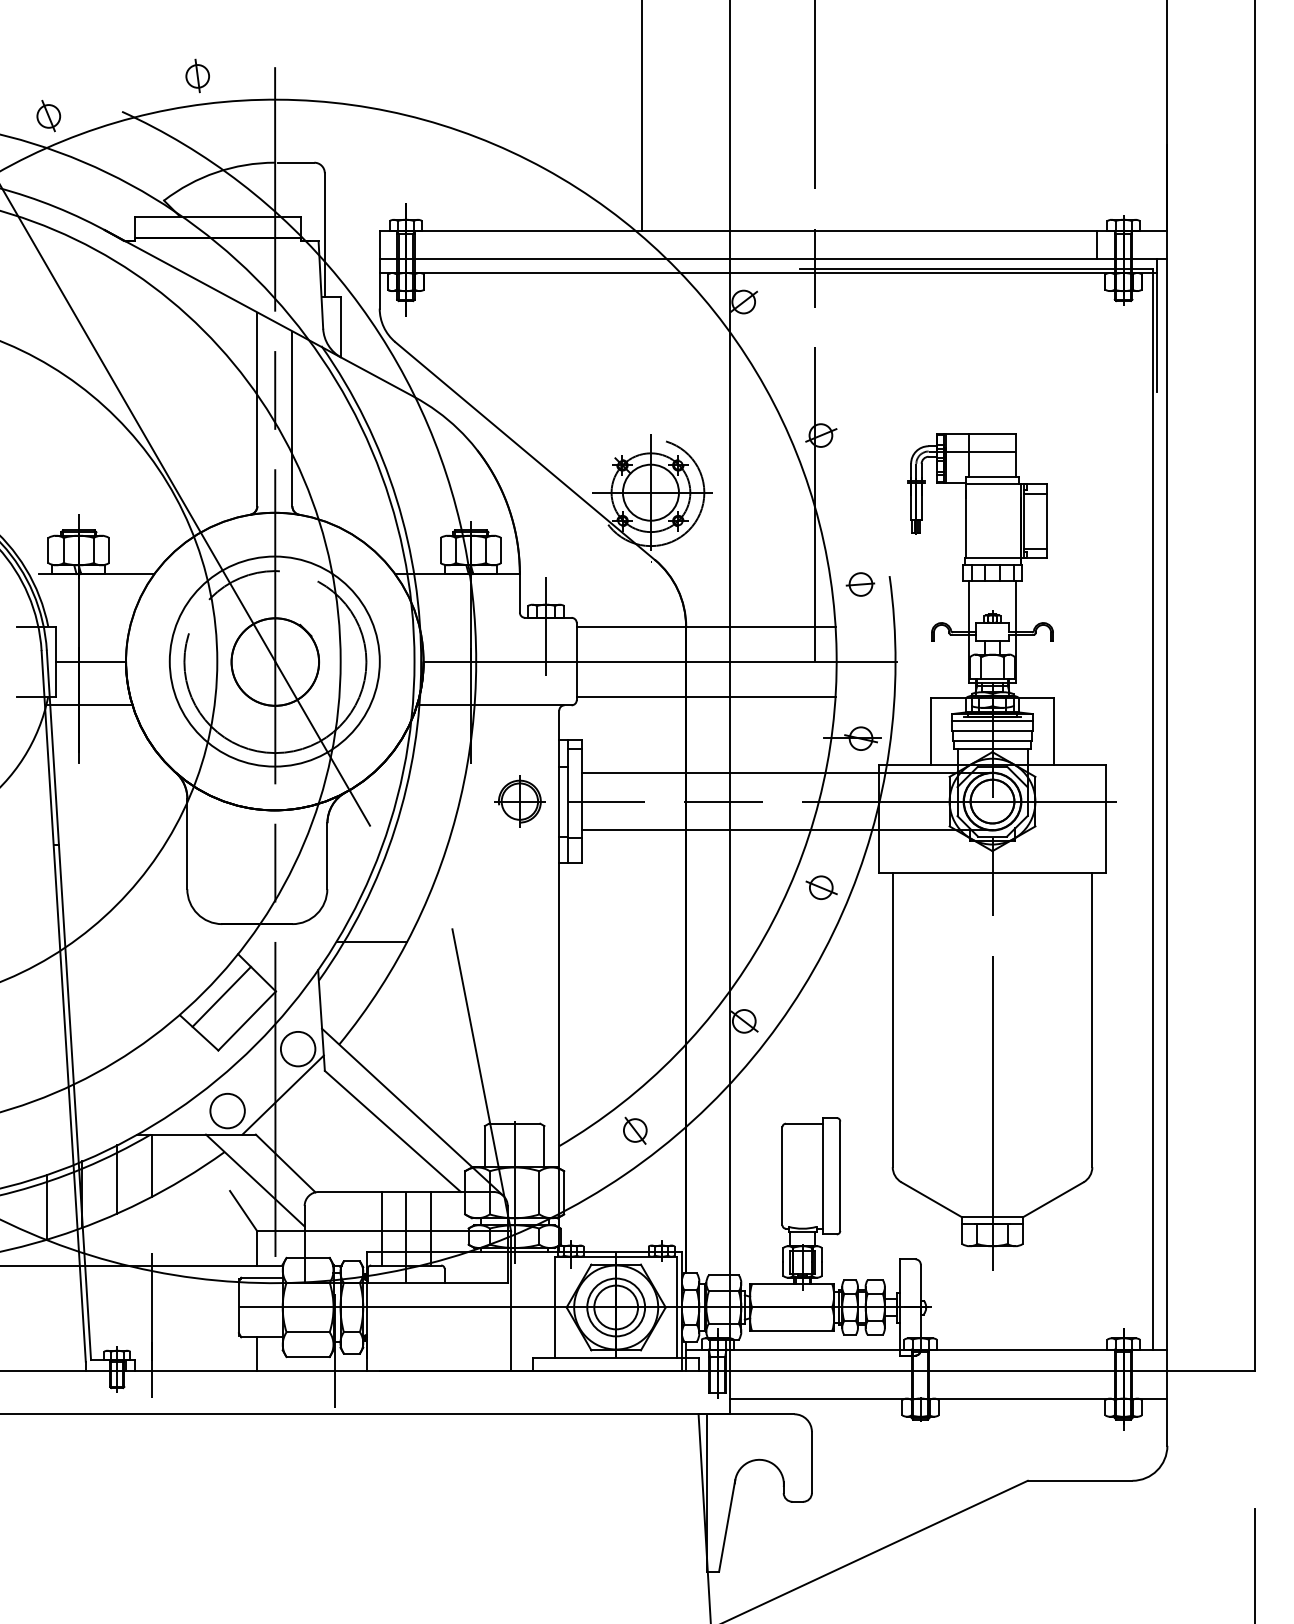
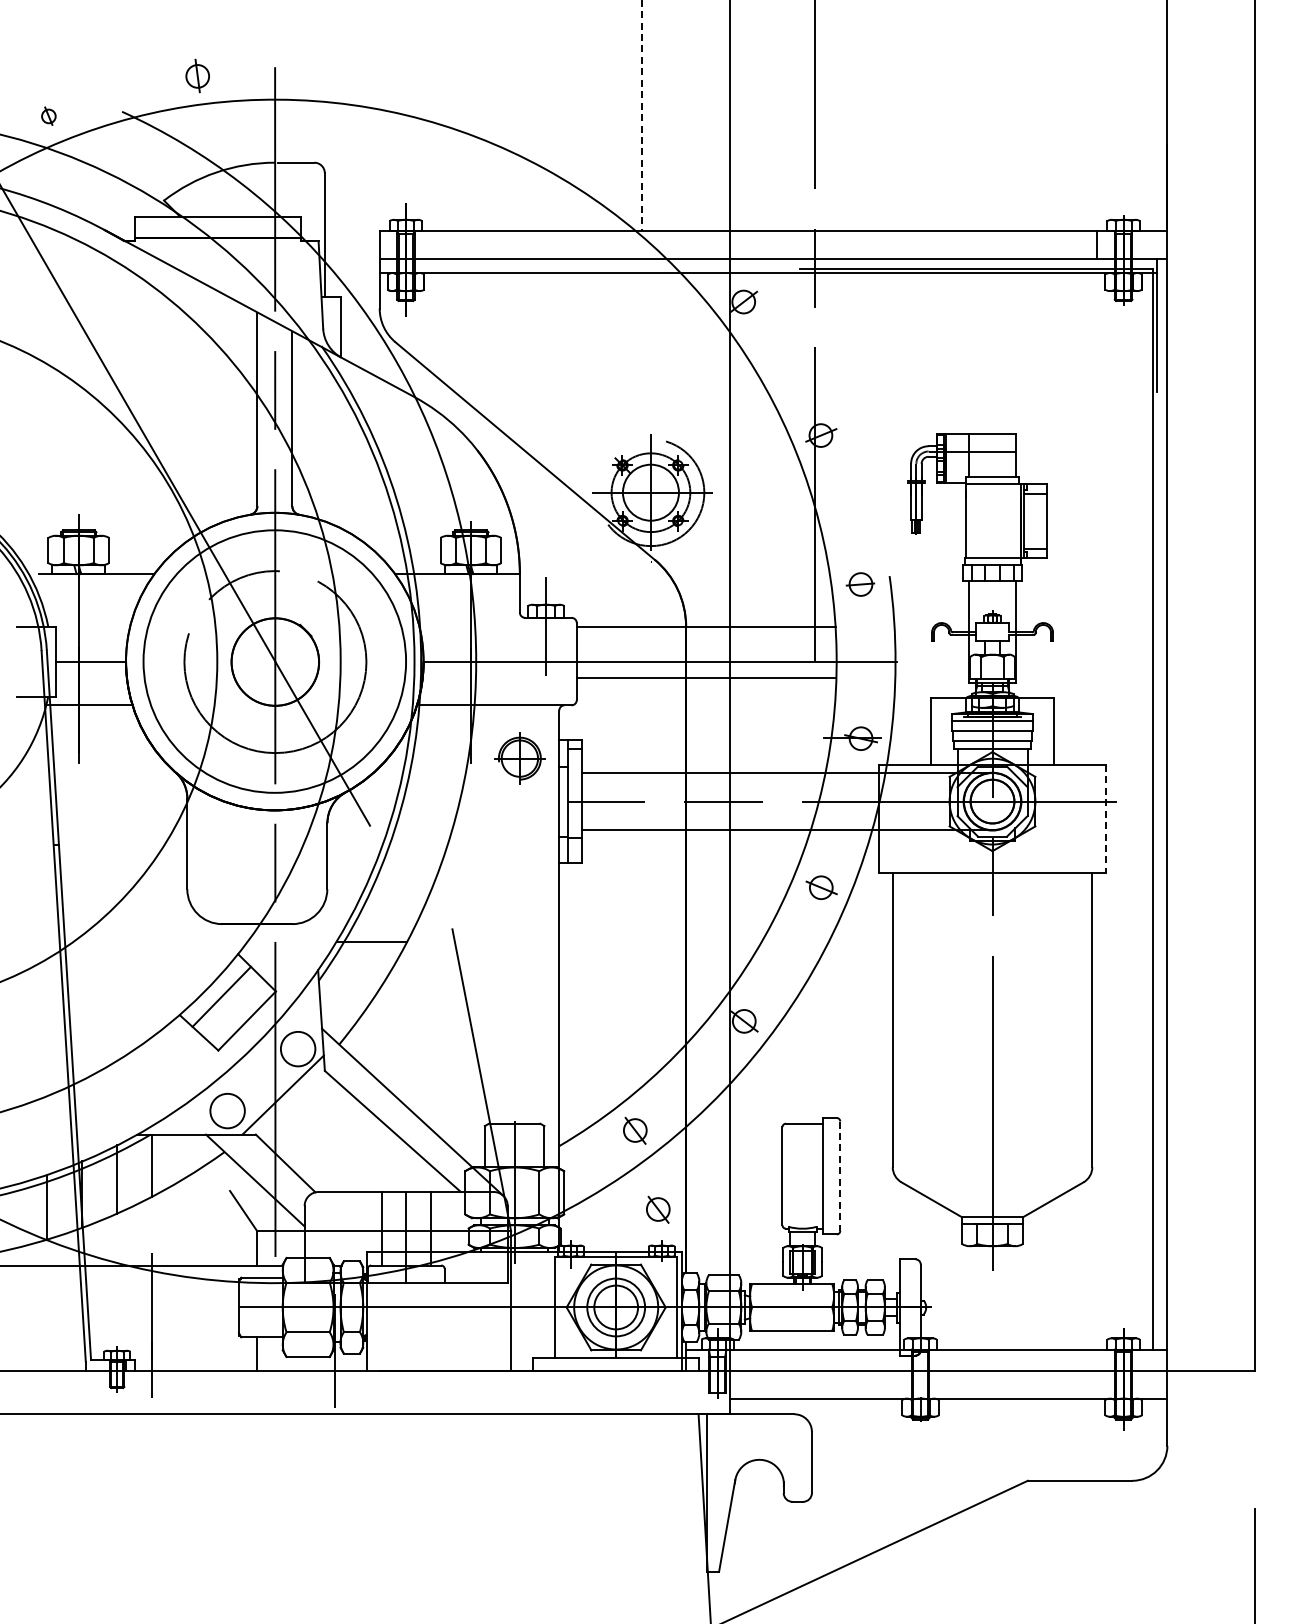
line at (642, 115): solid -> dashed
part at (48, 116) size: 26x33 px -> 16x20 px
circle at (274, 661) diameter: 210 px -> 263 px
line at (705, 696) position: (705, 696) -> (705, 677)
part at (519, 801) position: (519, 801) -> (519, 758)
line at (1106, 819): solid -> dashed
line at (840, 1176): solid -> dashed
part at (658, 1209): none -> present
